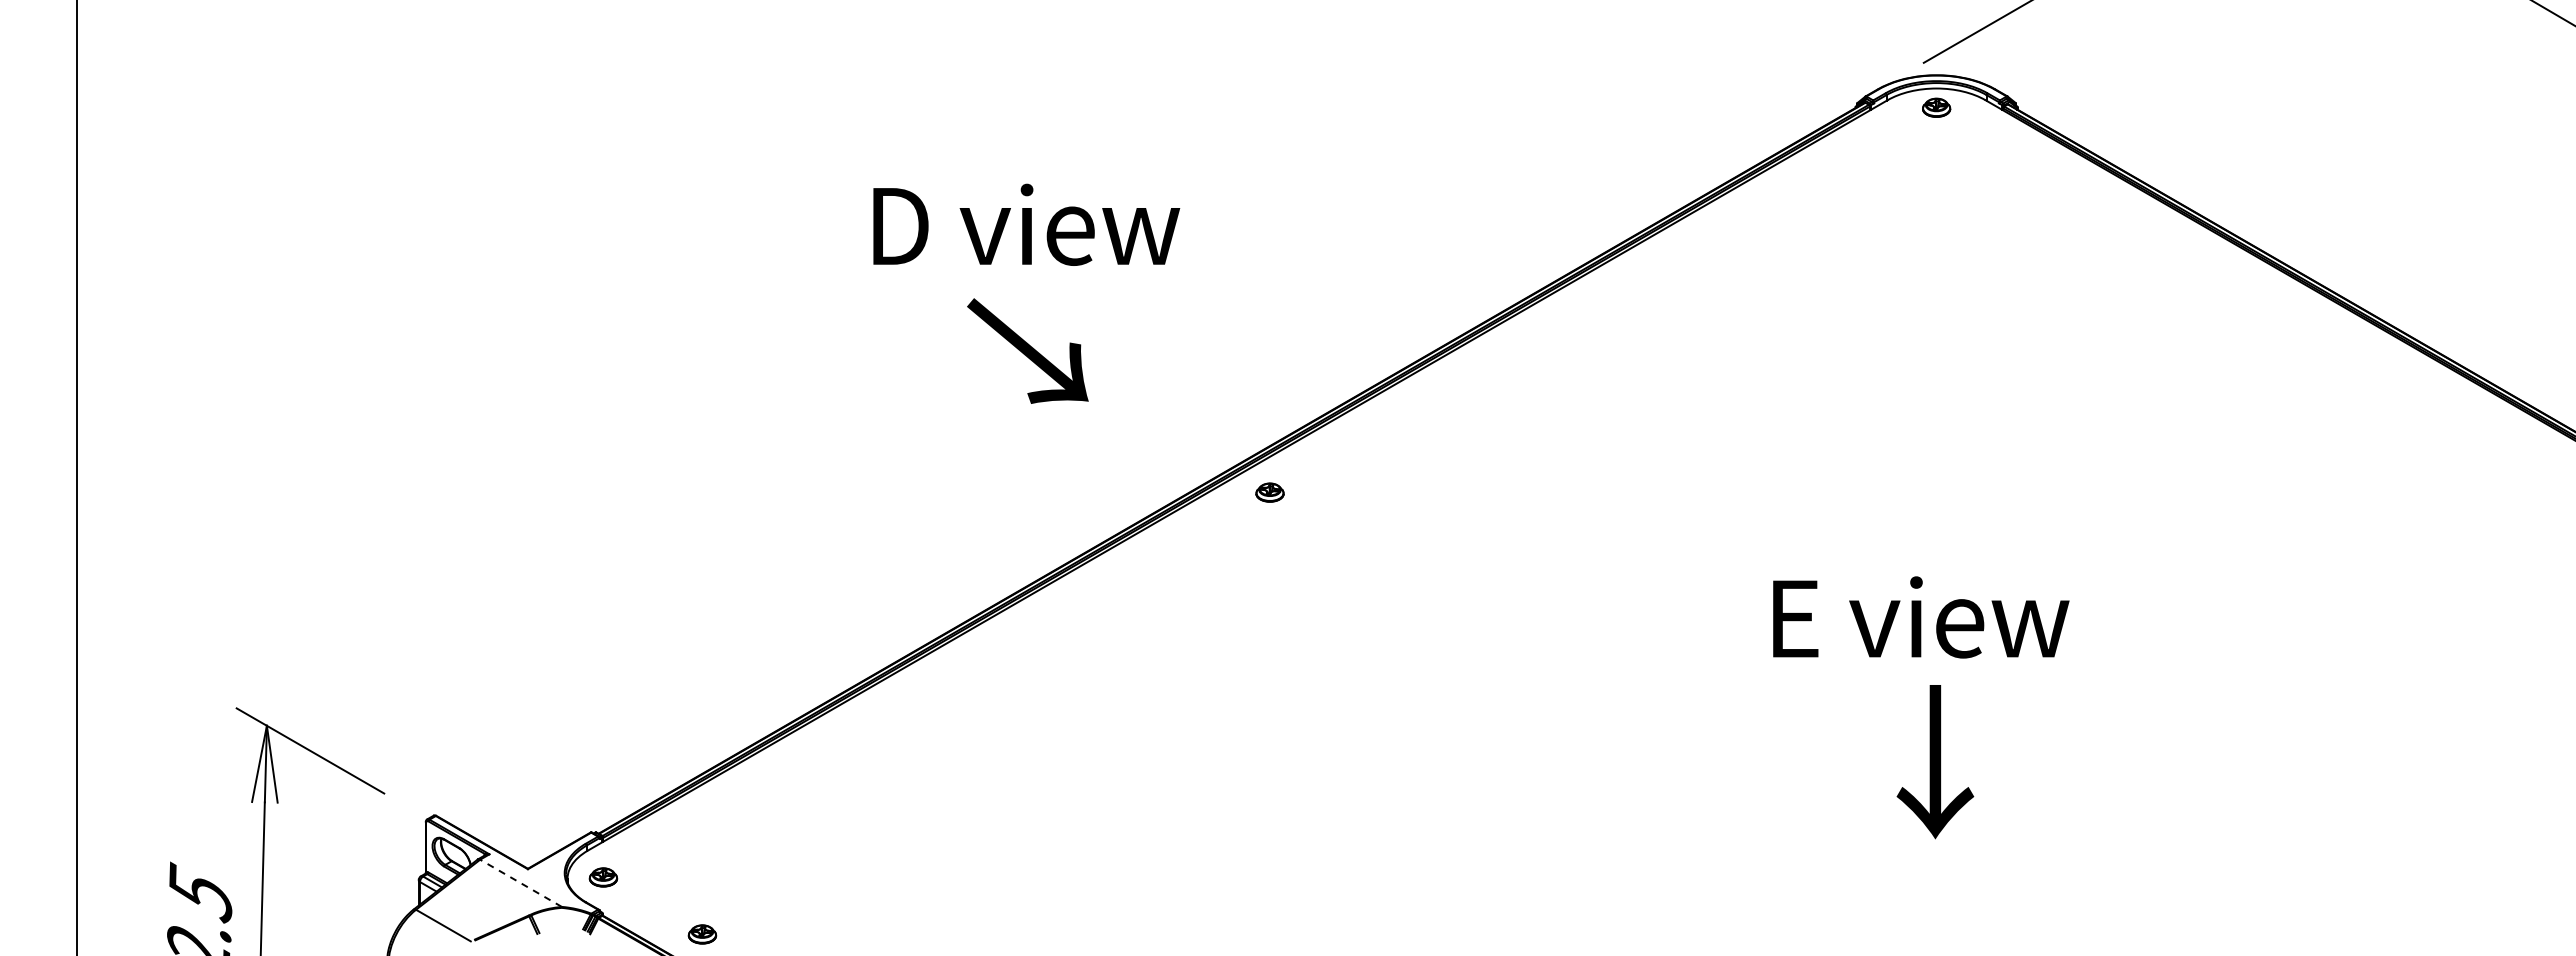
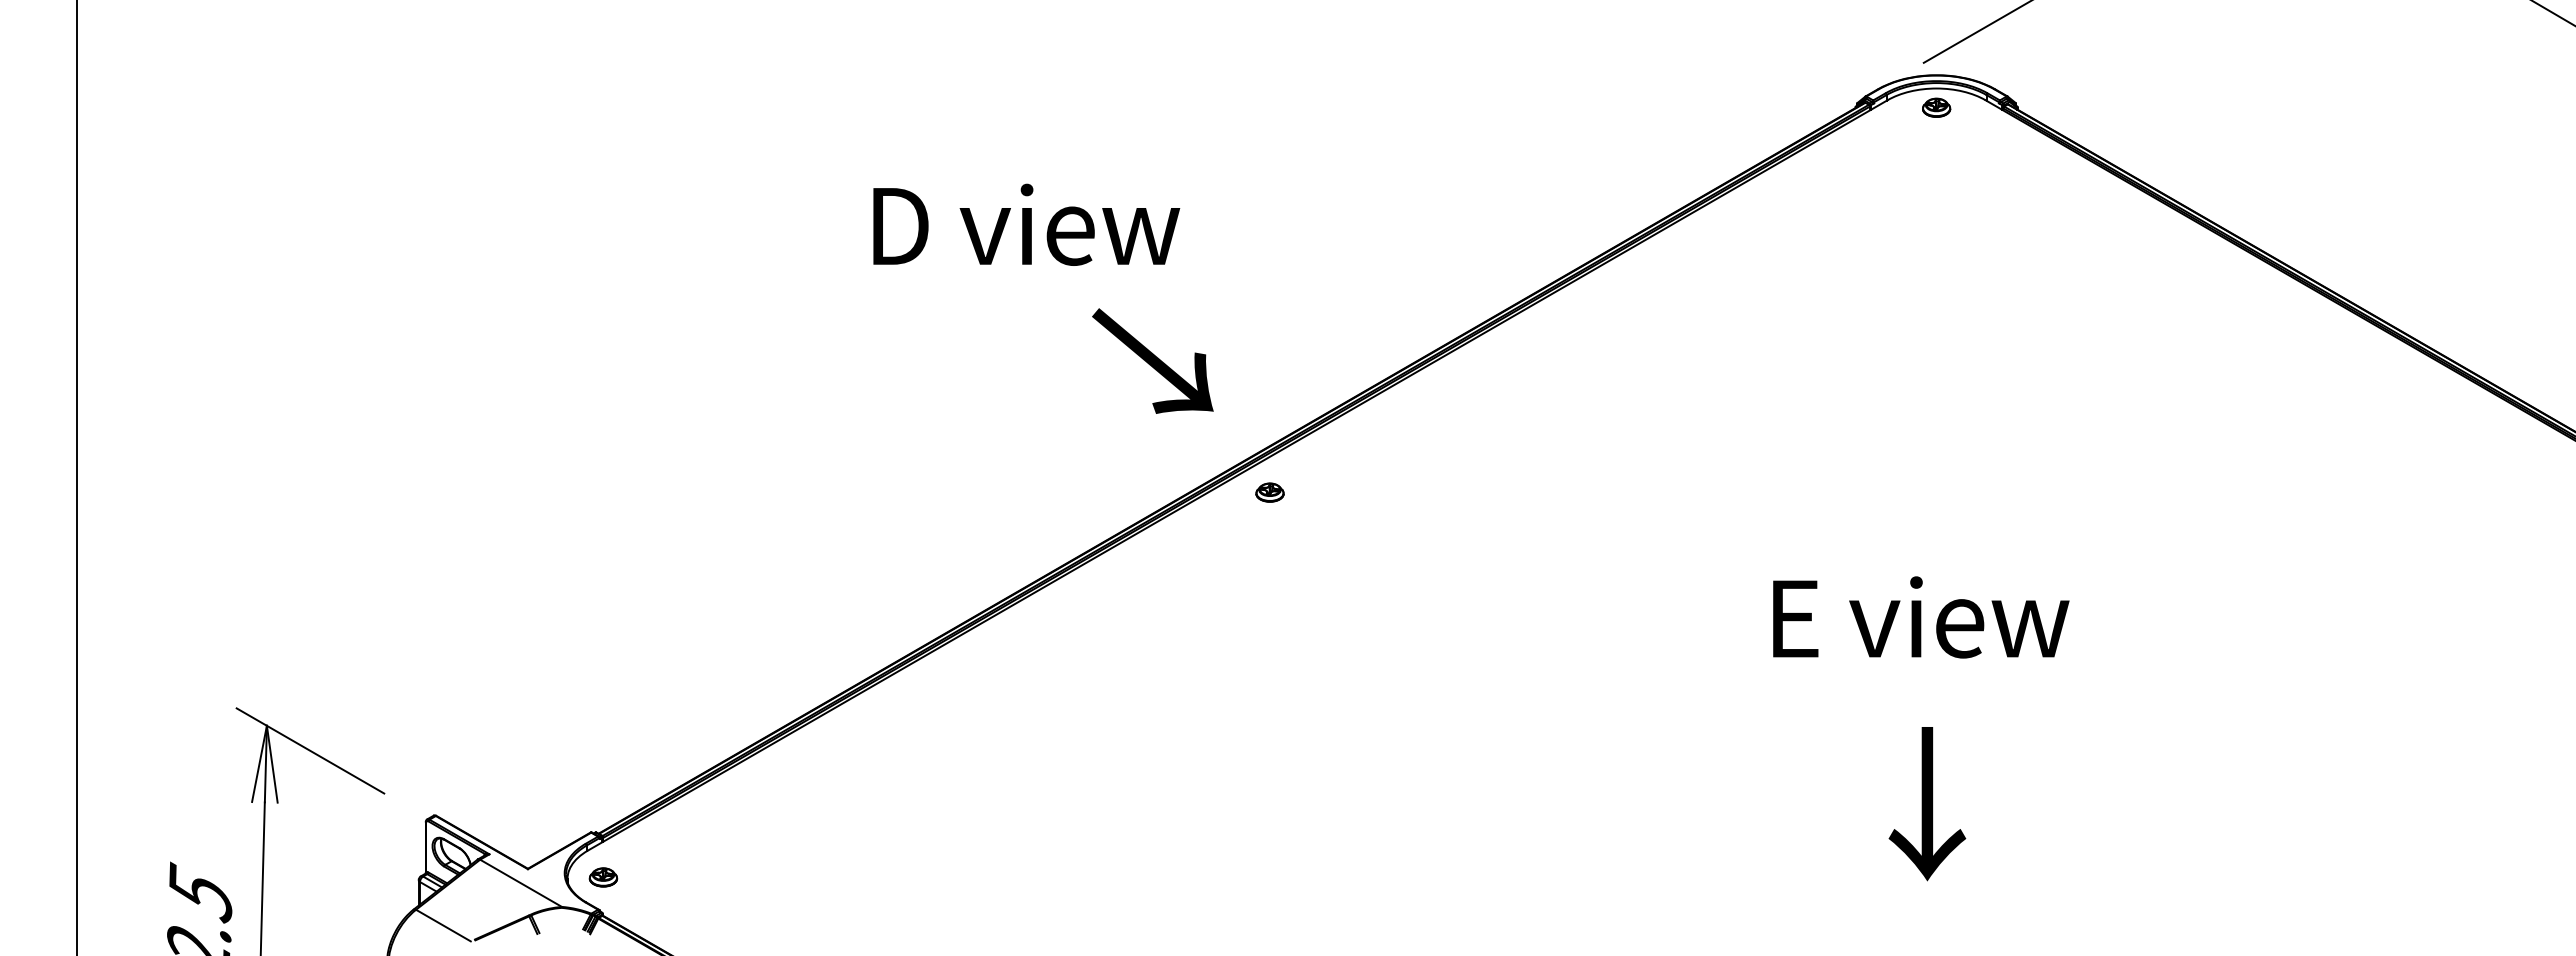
text at (1027, 350) position: (1027, 350) -> (1152, 360)
text at (1935, 762) position: (1935, 762) -> (1927, 804)
line at (520, 883): dashed -> solid
part at (702, 934): present -> none
